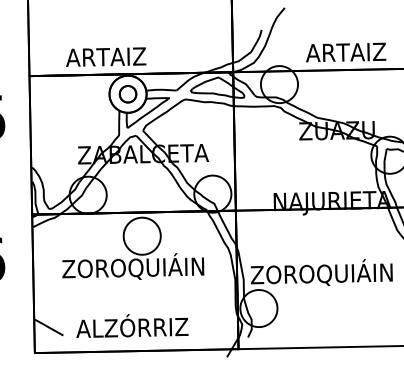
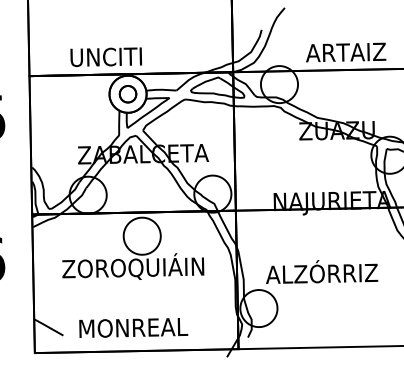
text at (106, 57): ARTAIZ -> UNCITI
text at (321, 272): ZOROQUIÁIN -> ALZÓRRIZ
text at (132, 325): ALZÓRRIZ -> MONREAL
